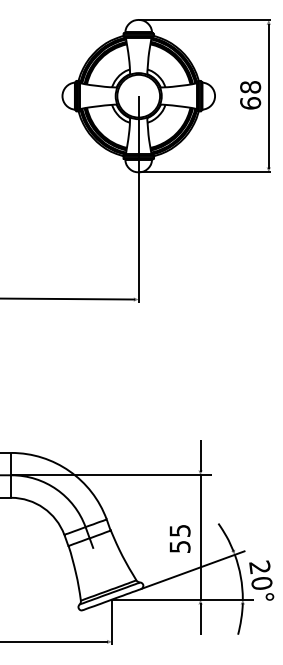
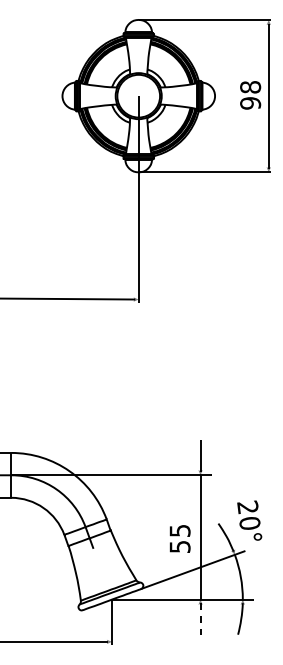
text at (250, 103): 68 -> 98
text at (261, 580) position: (261, 580) -> (249, 520)
line at (200, 619): solid -> dashed
